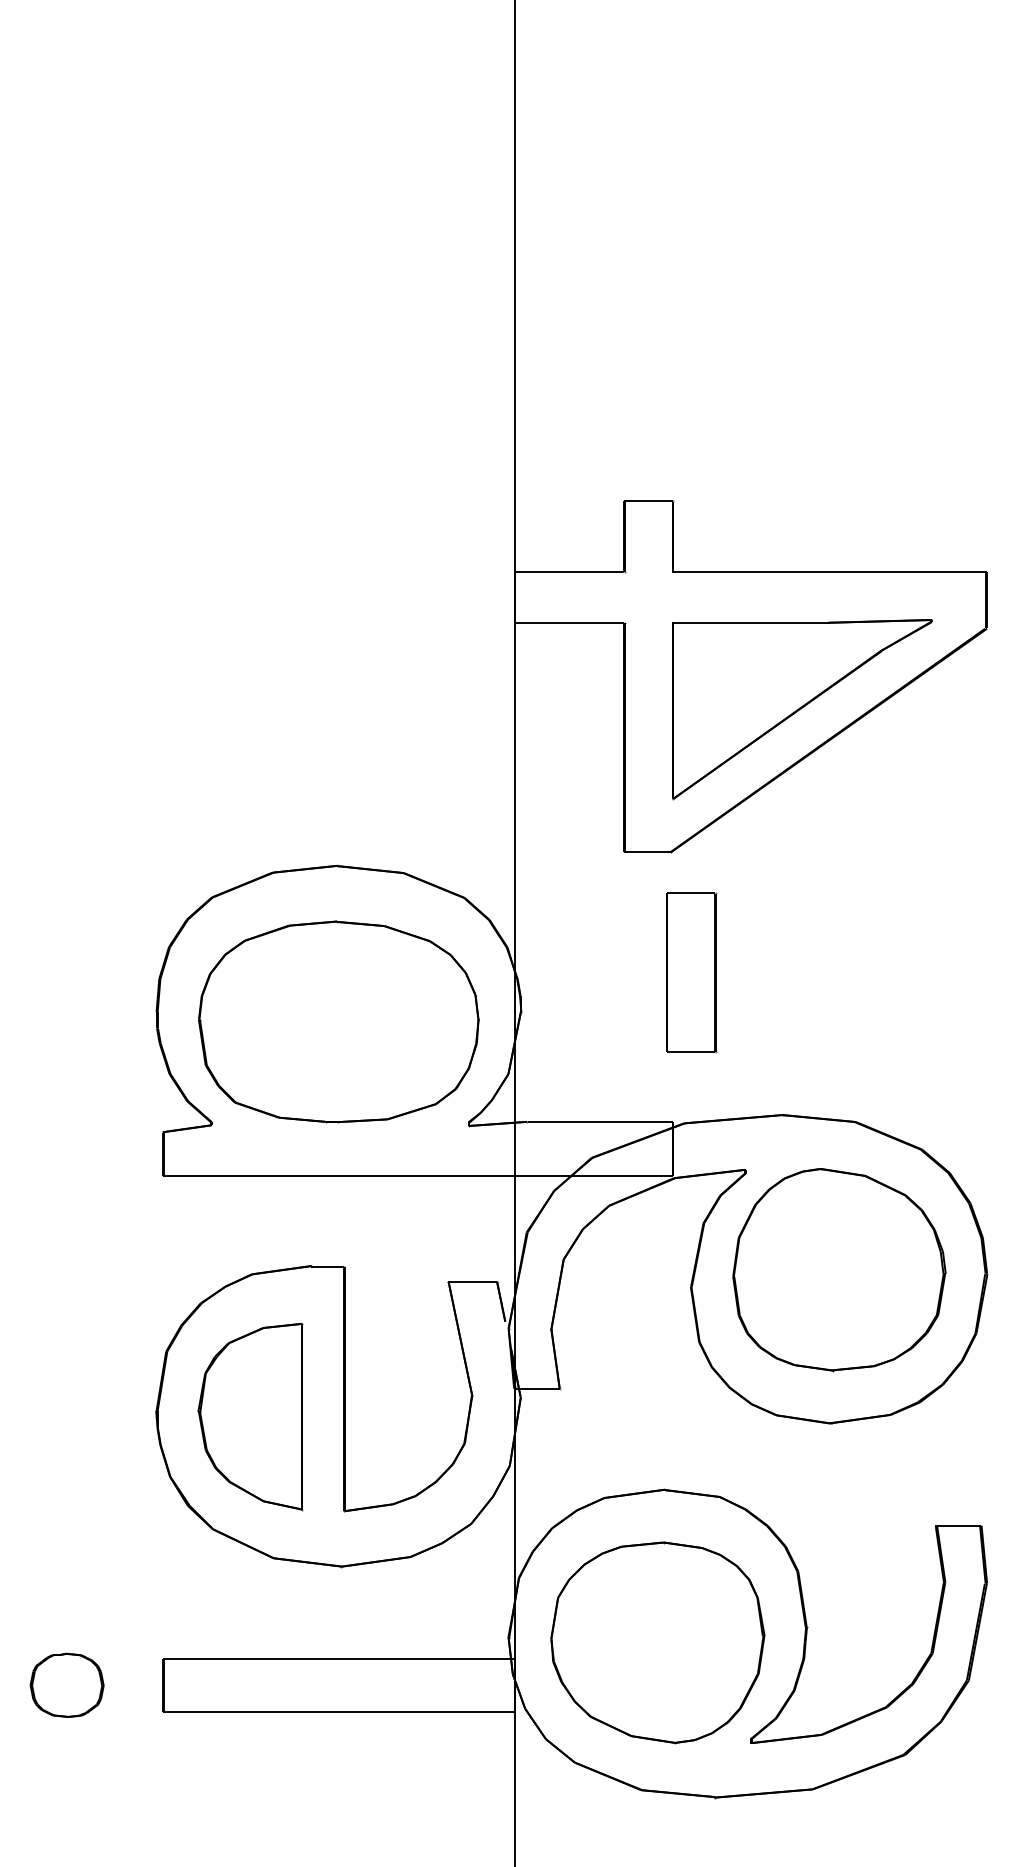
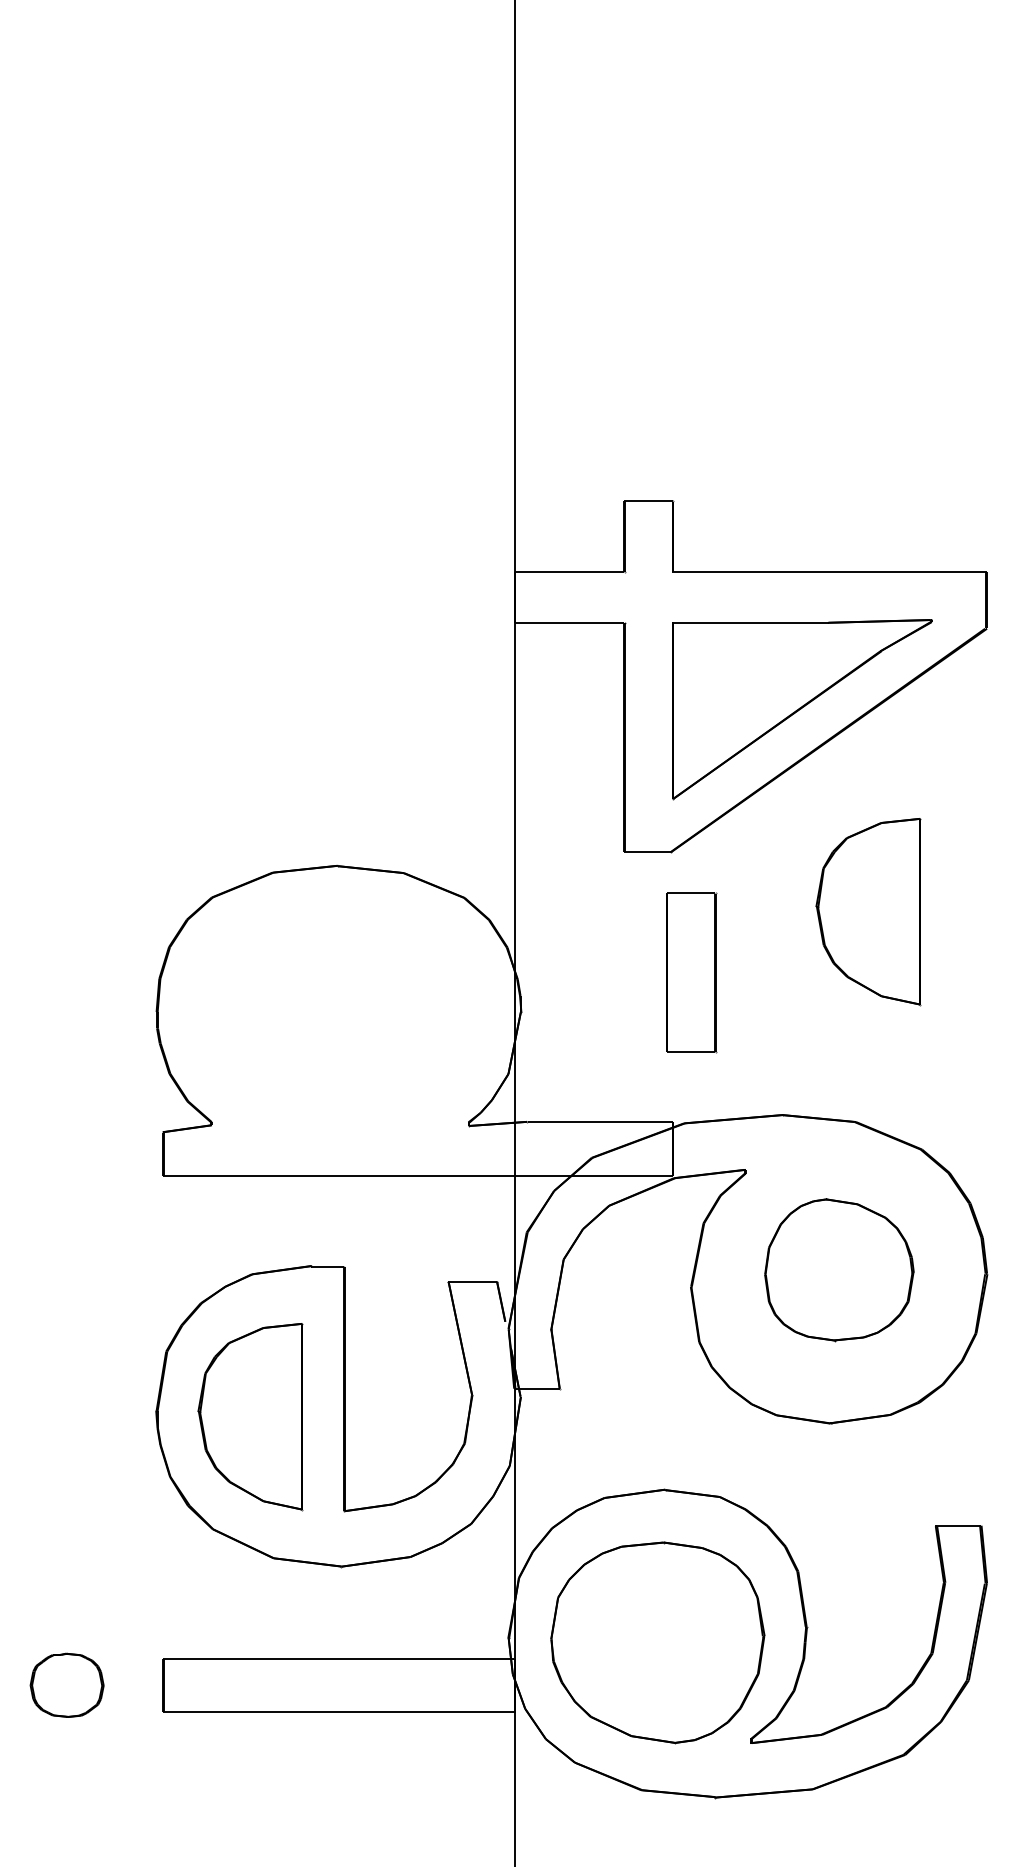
part at (868, 912): none -> present
part at (338, 1021): present -> none
part at (839, 1270) size: 215x205 px -> 151x145 px
